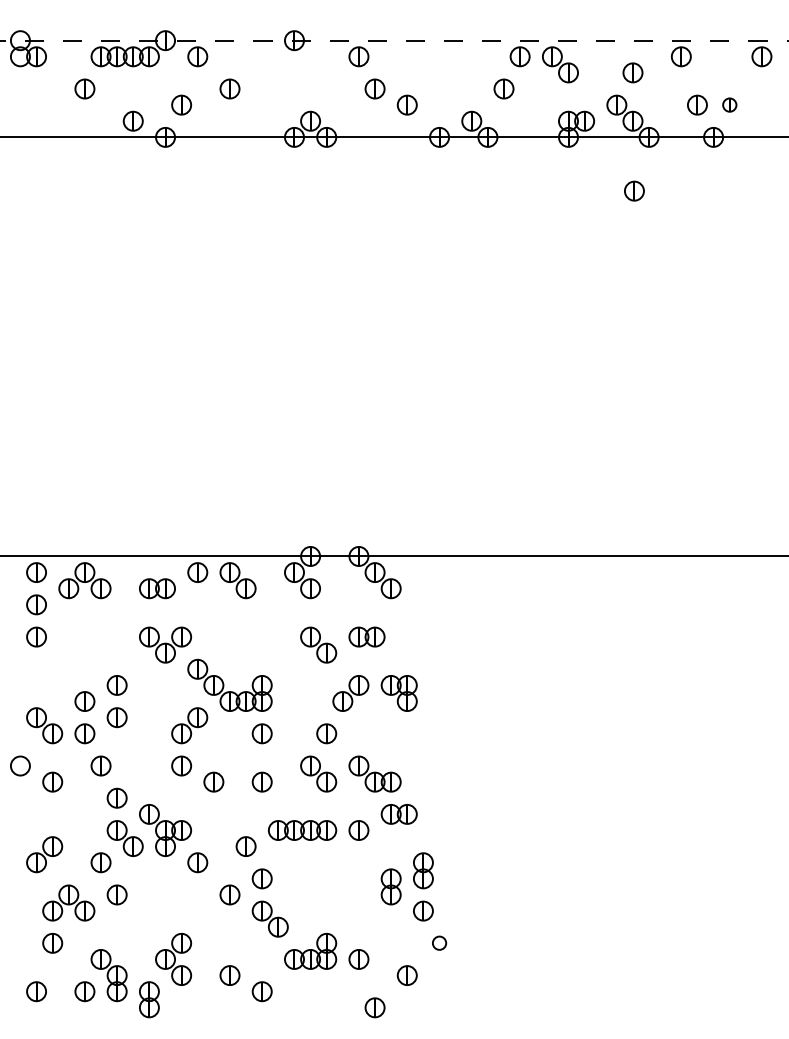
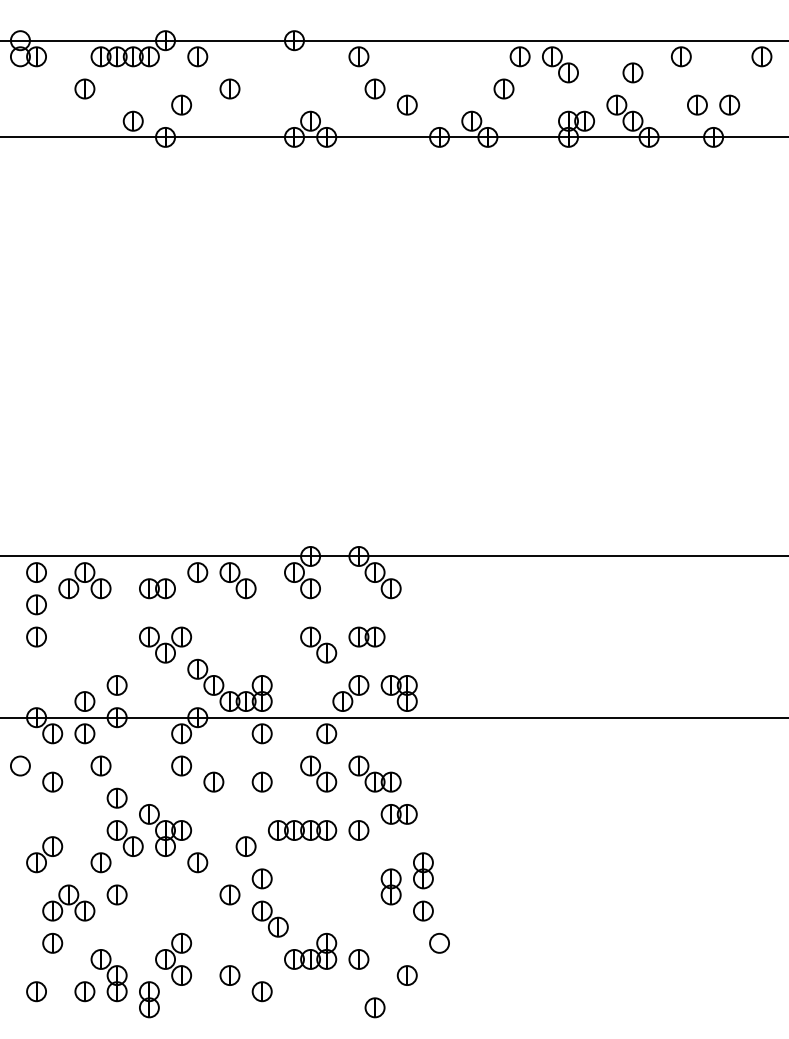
line at (394, 40): dashed -> solid
part at (729, 104) size: 16x16 px -> 22x22 px
part at (634, 190): present -> none
line at (393, 717): none -> present
part at (439, 942) size: 16x16 px -> 21x22 px
